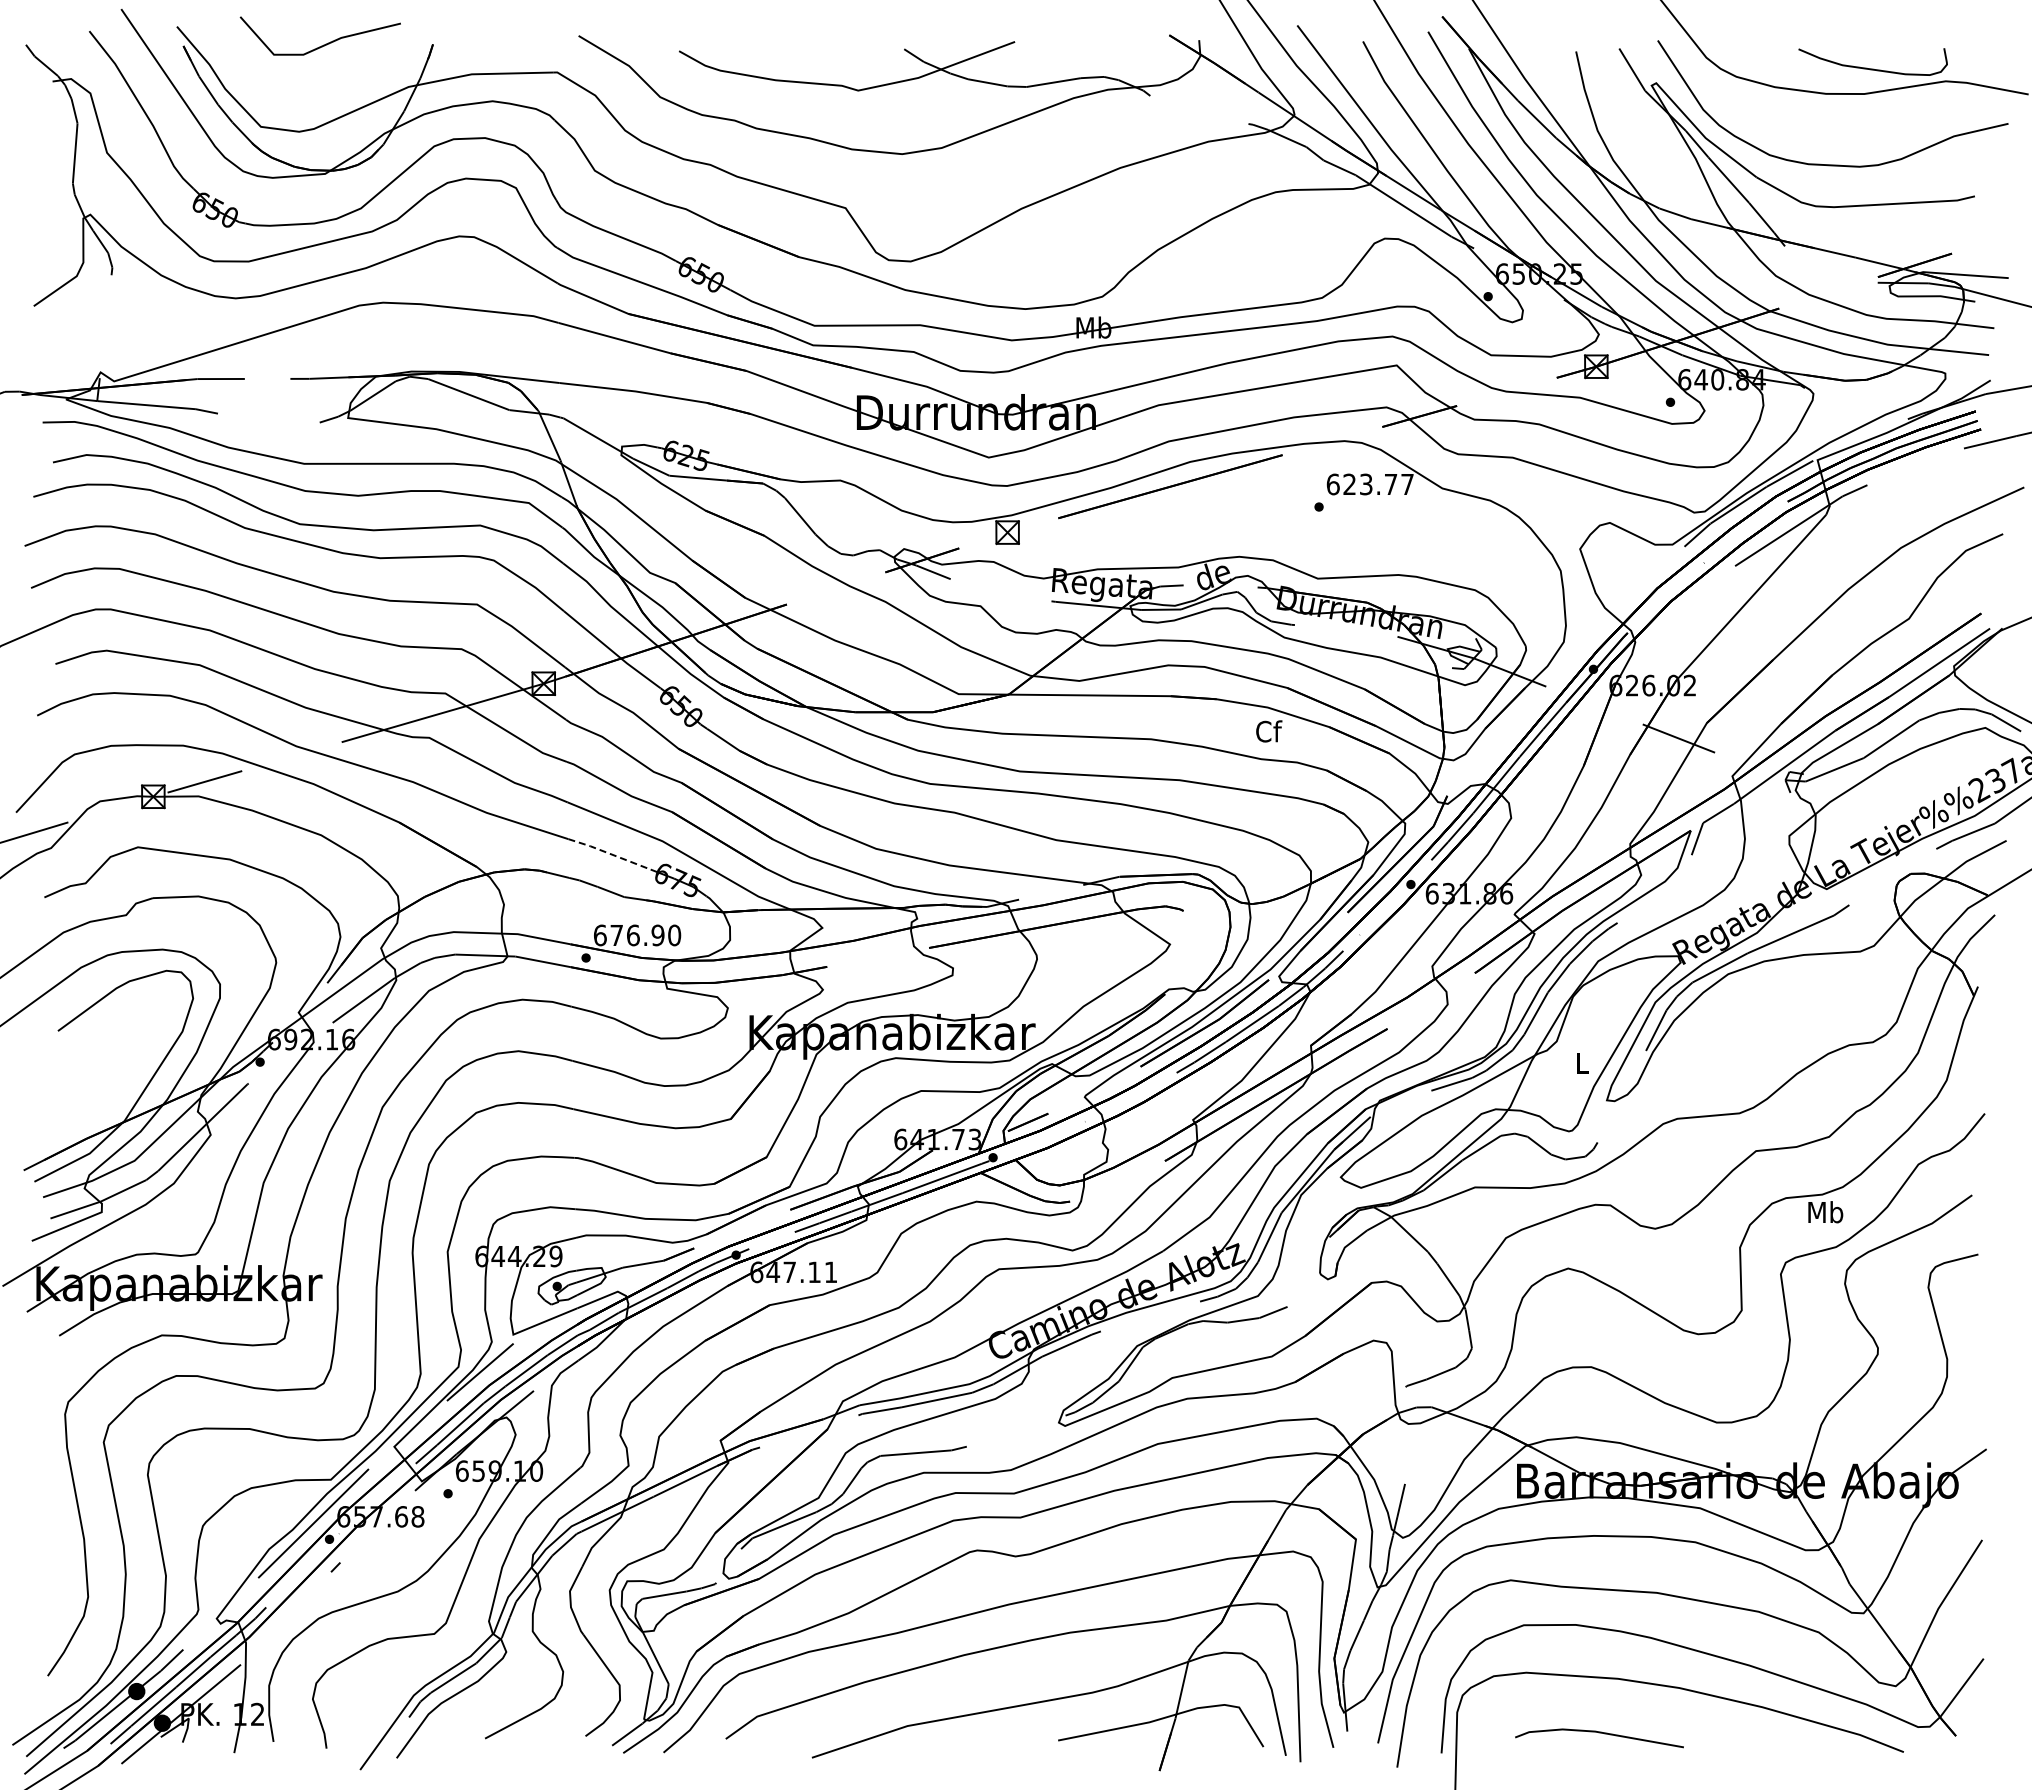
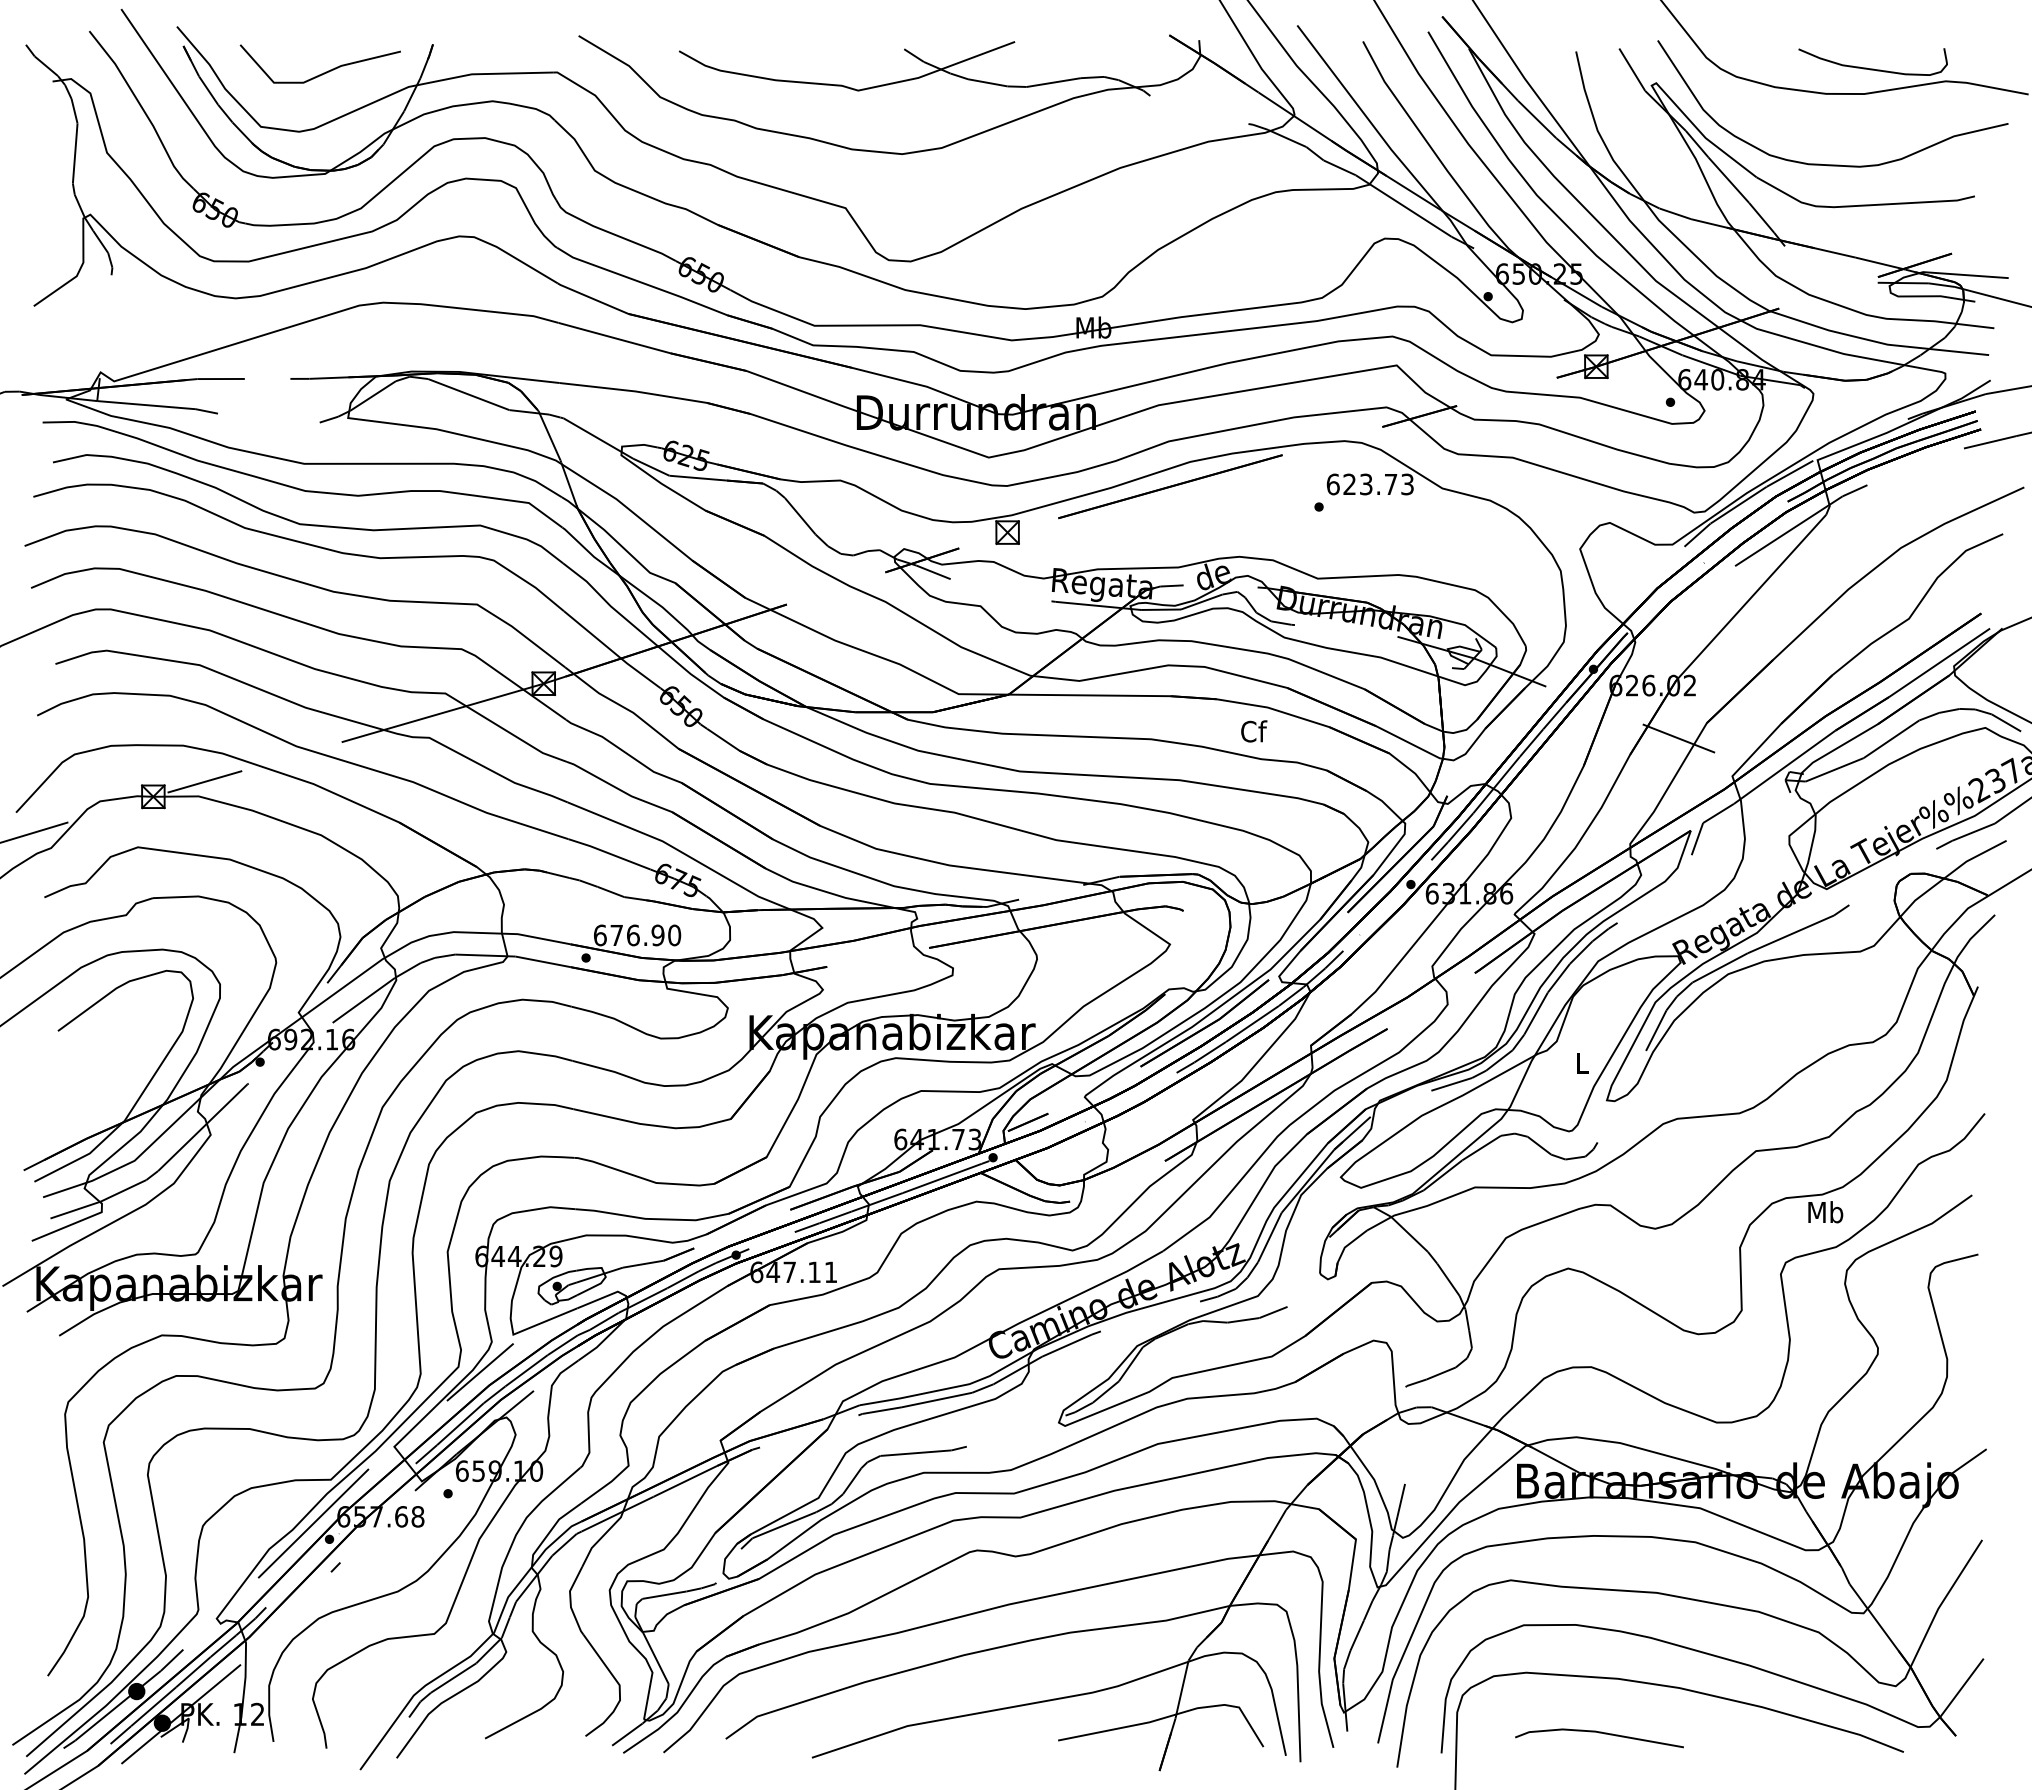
line at (323, 44) position: (323, 44) -> (323, 72)
text at (1407, 484): 623.77 -> 623.73
text at (1269, 731) position: (1269, 731) -> (1254, 731)
line at (608, 853): dashed -> solid
